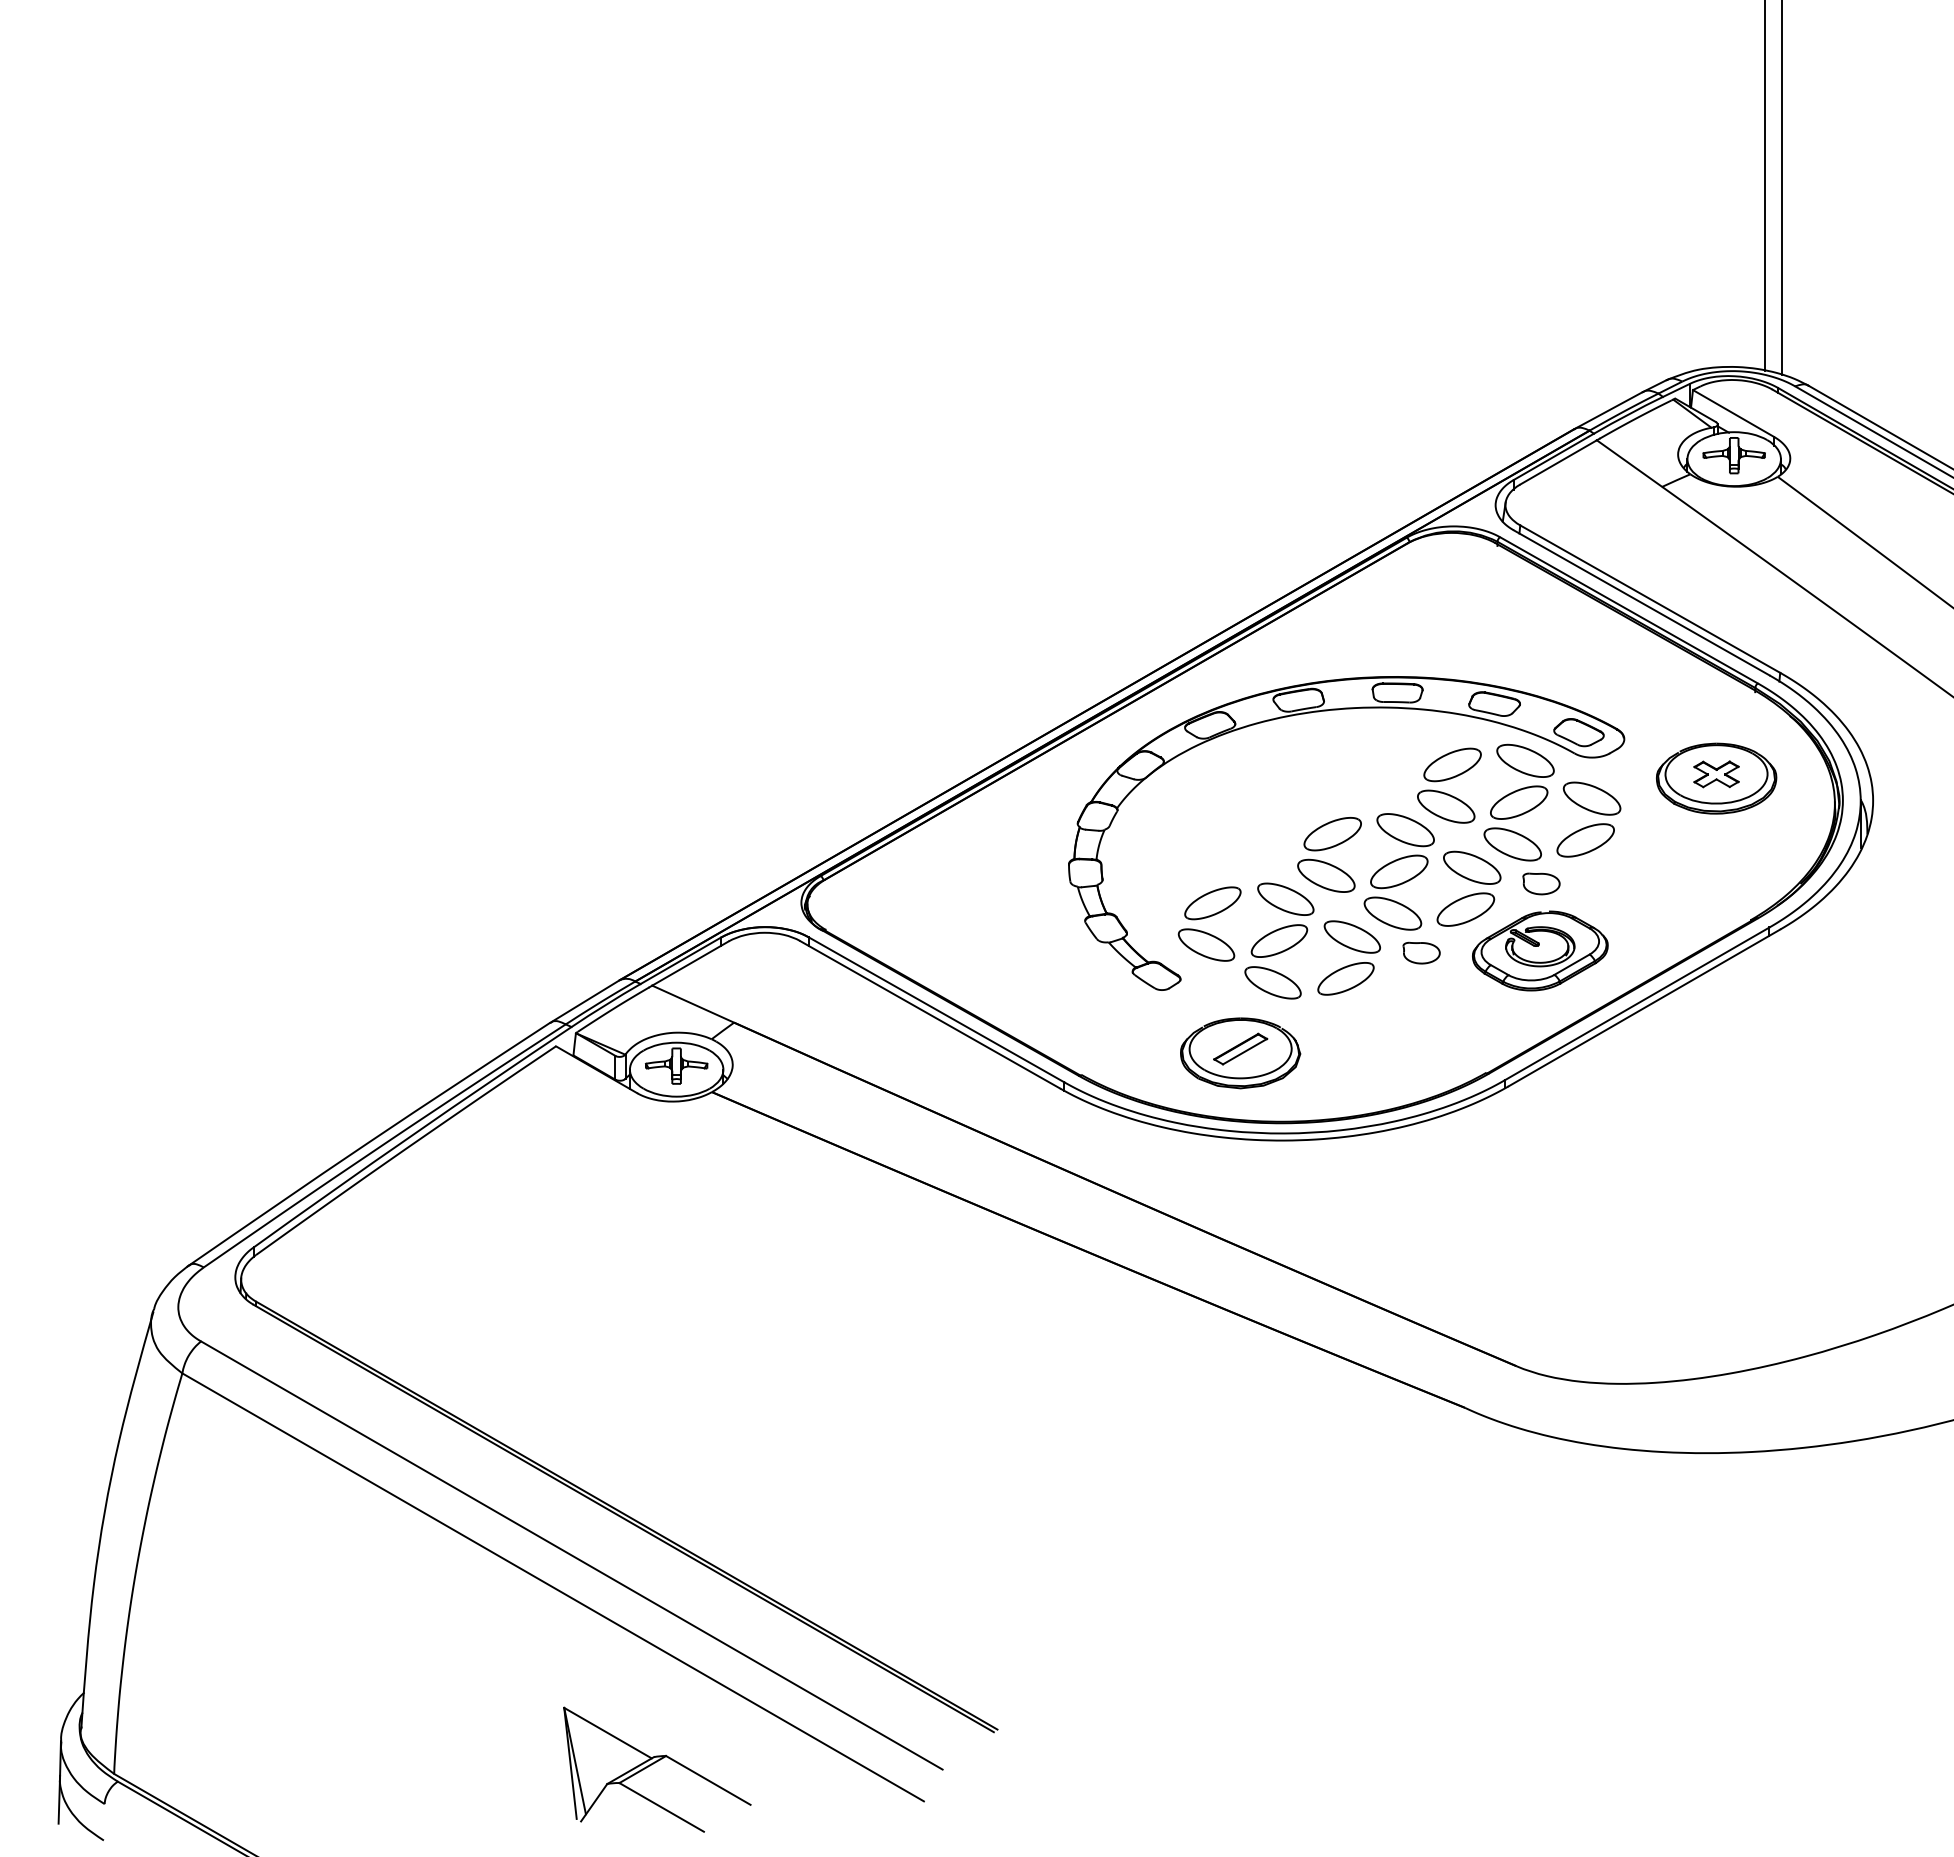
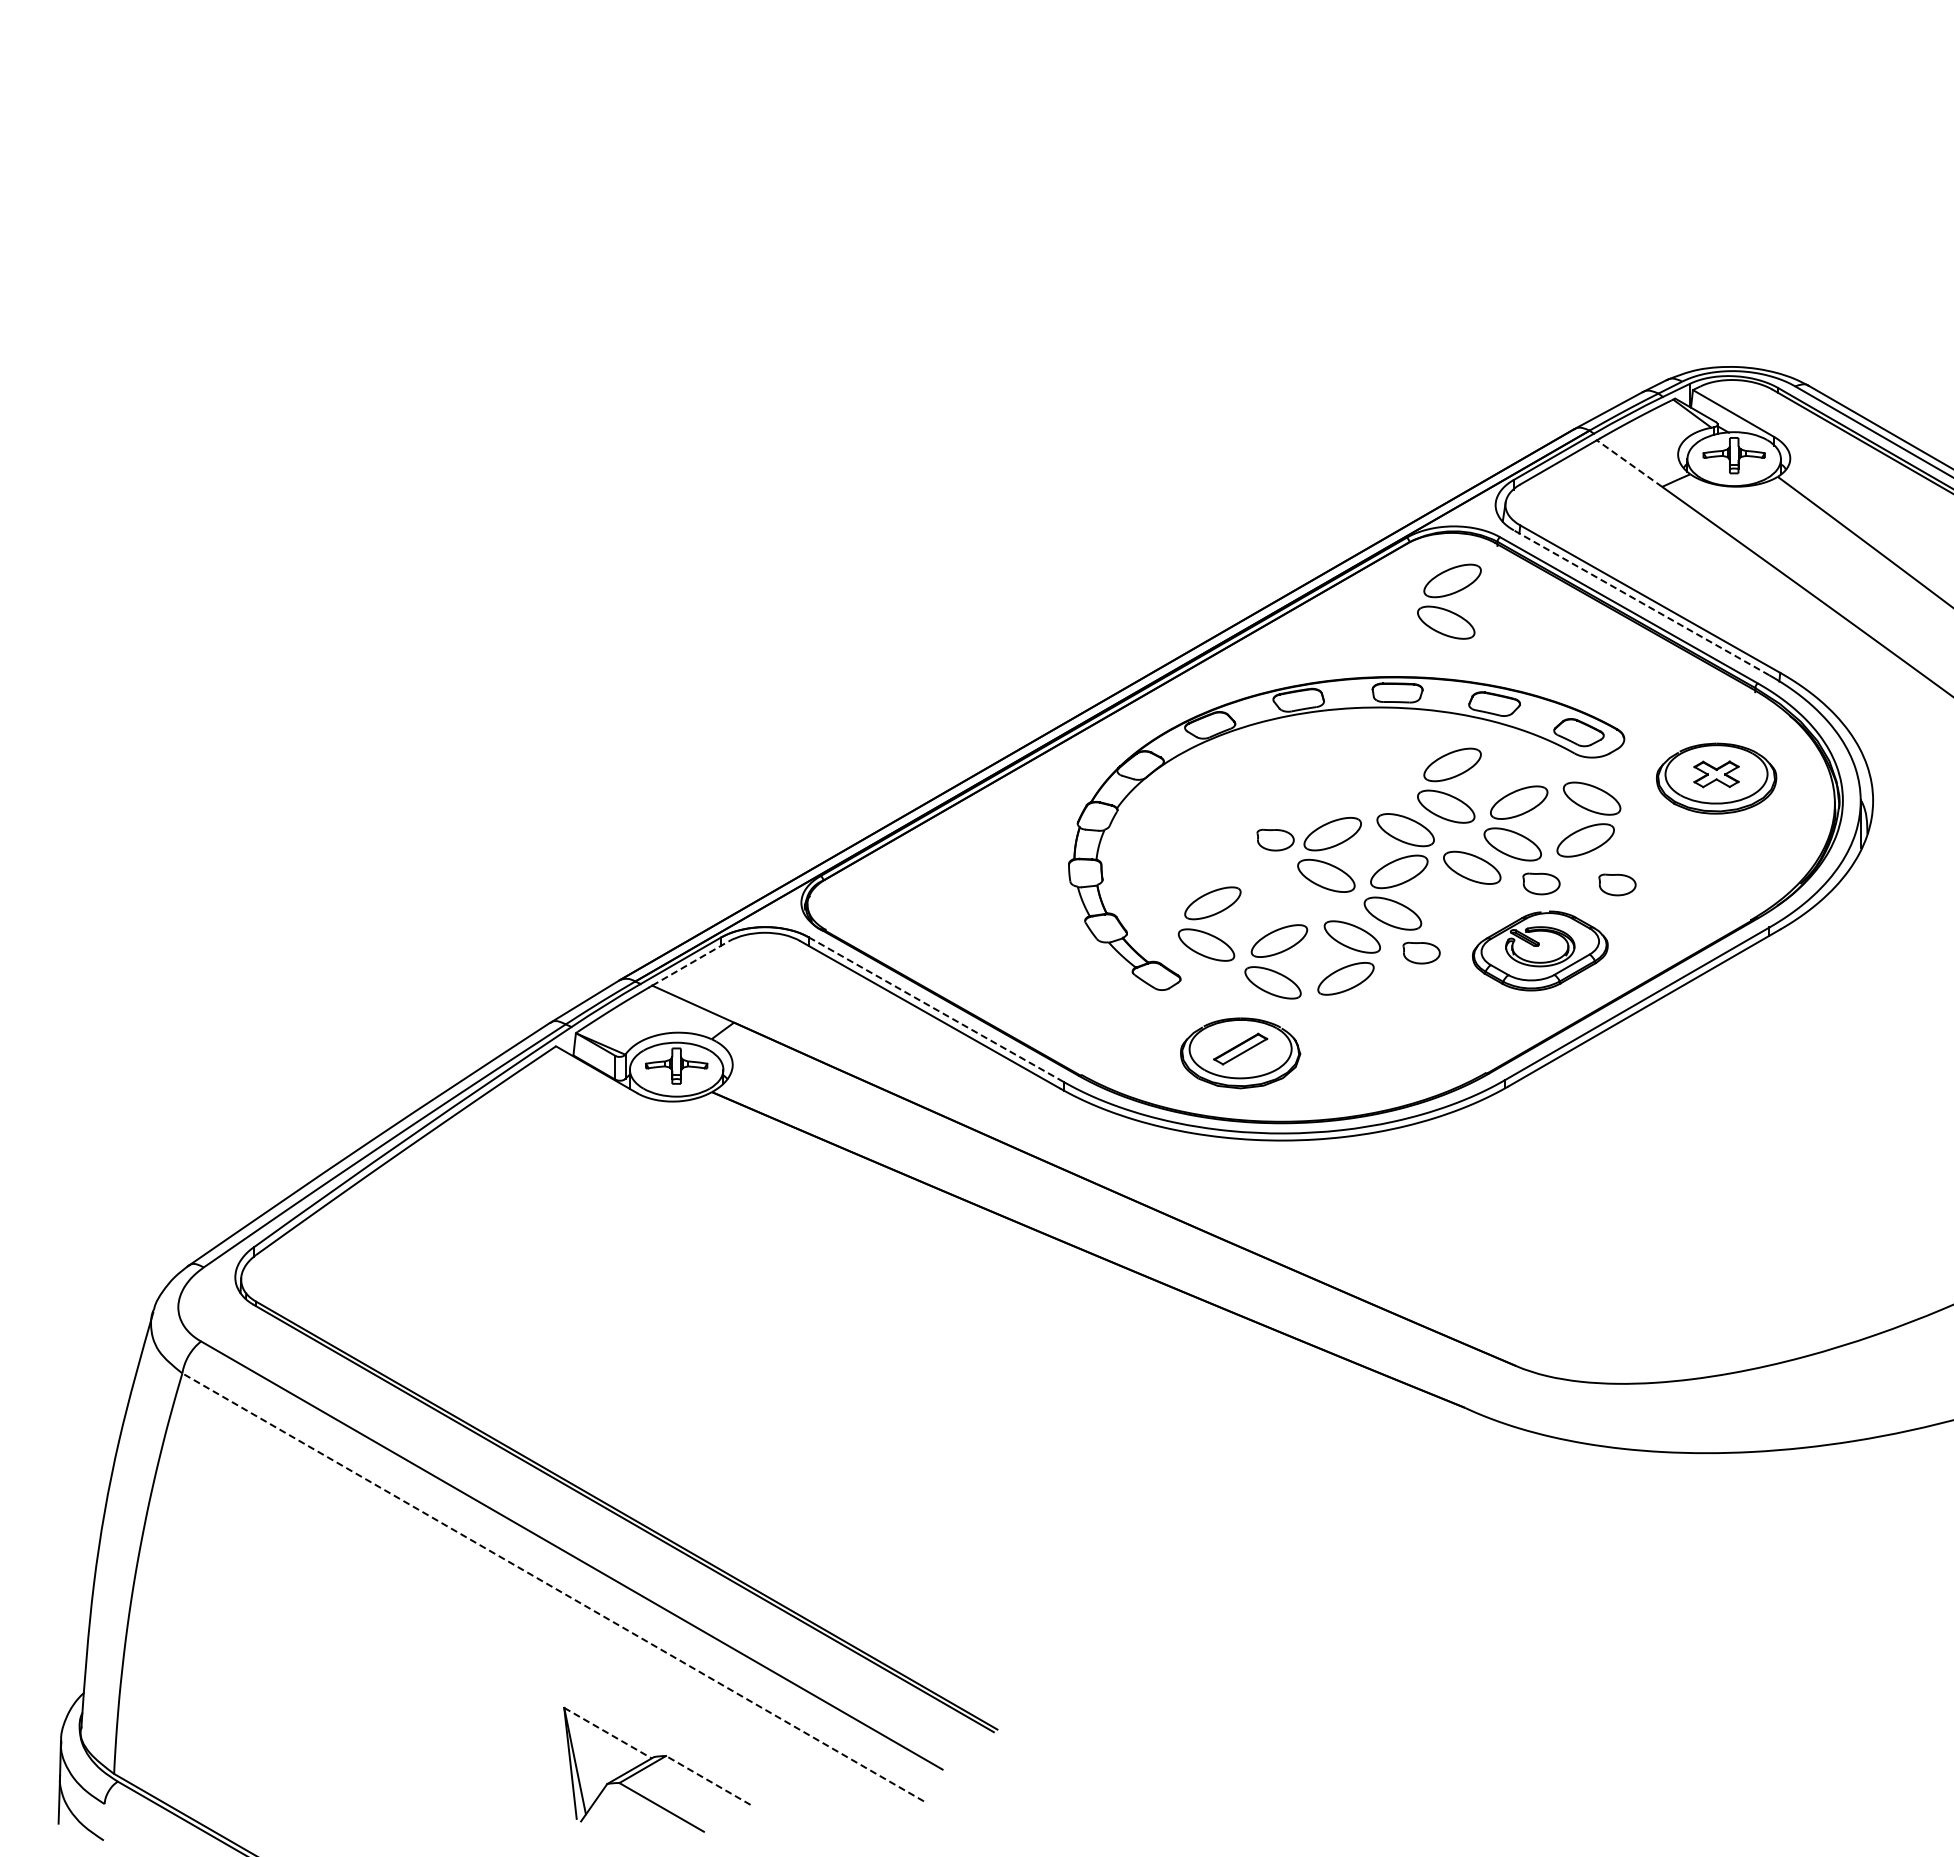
line at (1765, 186): present -> none
line at (1781, 188): present -> none
line at (1629, 463): solid -> dashed
part at (1449, 601): none -> present
line at (1641, 602): solid -> dashed
part at (1525, 760): present -> none
part at (1275, 839): none -> present
part at (1617, 884): none -> present
part at (1285, 898): present -> none
part at (1465, 909): present -> none
line at (690, 963): solid -> dashed
line at (936, 1009): solid -> dashed
line at (552, 1587): solid -> dashed
line at (608, 1733): solid -> dashed
line at (708, 1780): solid -> dashed
